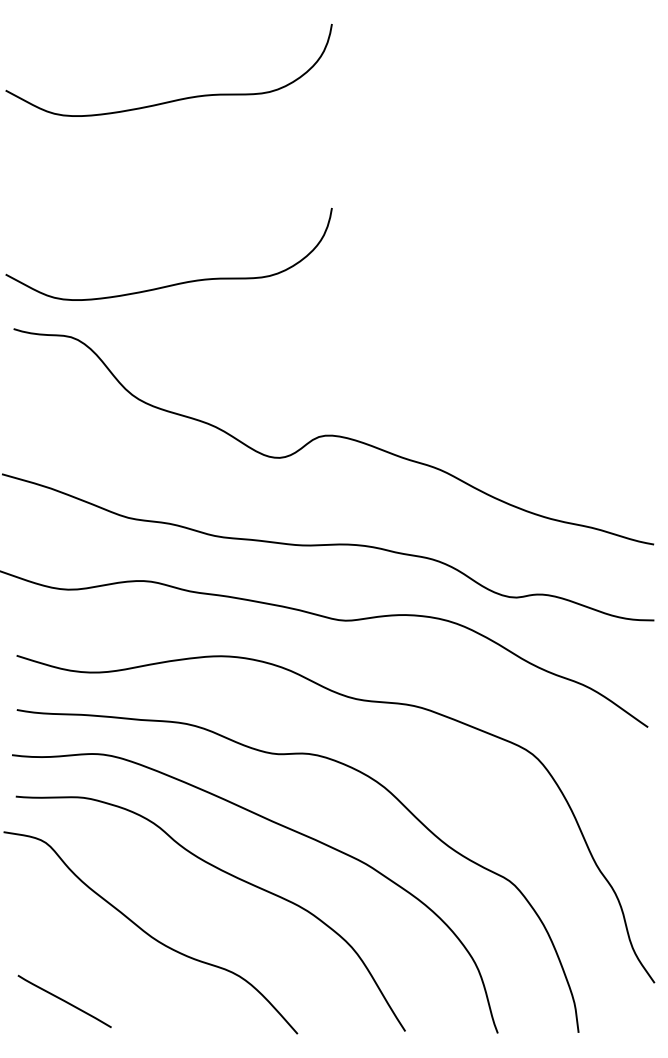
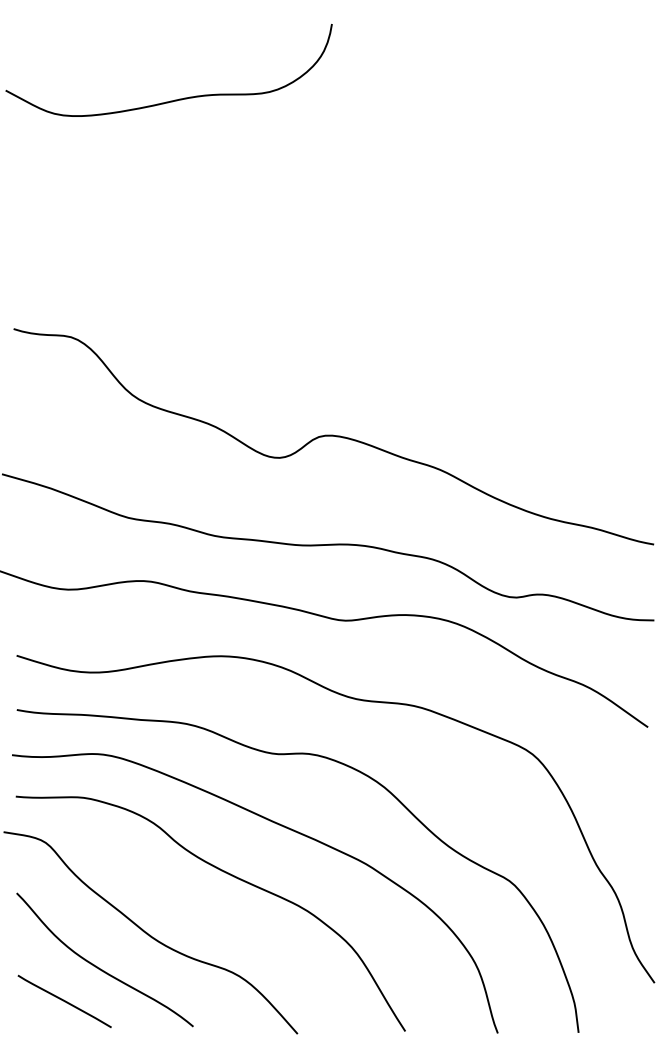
curve at (174, 283): present -> none
curve at (99, 967): none -> present
